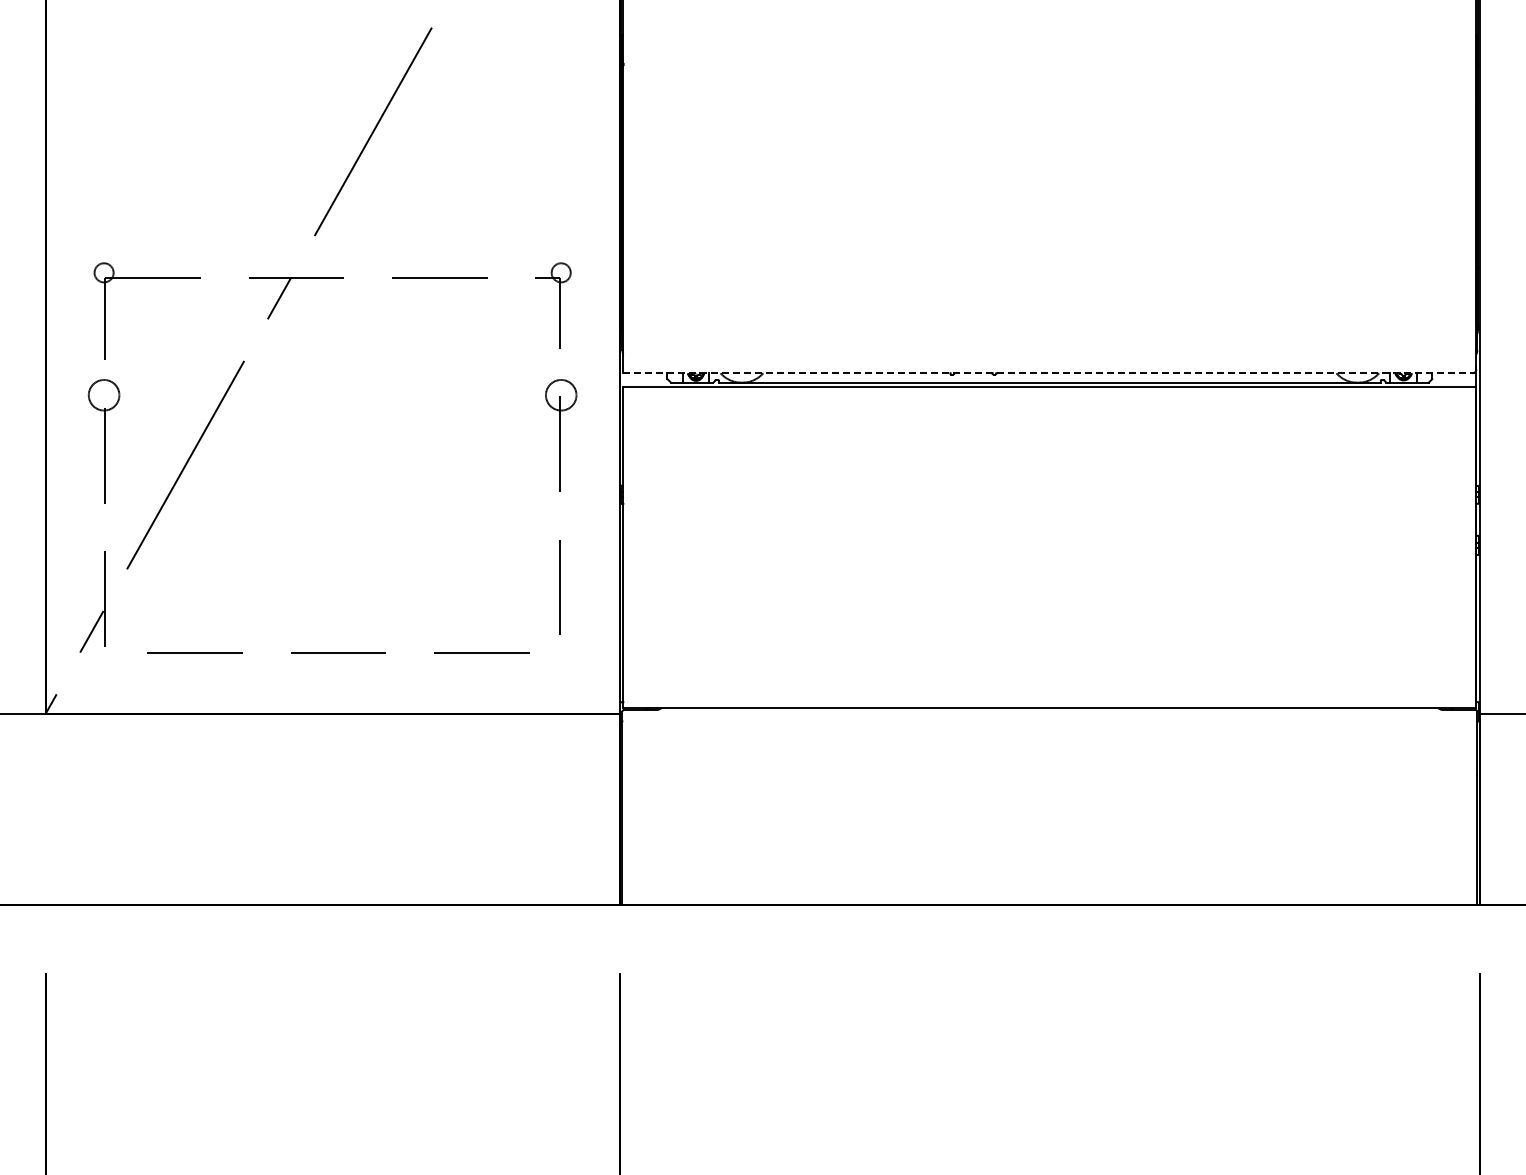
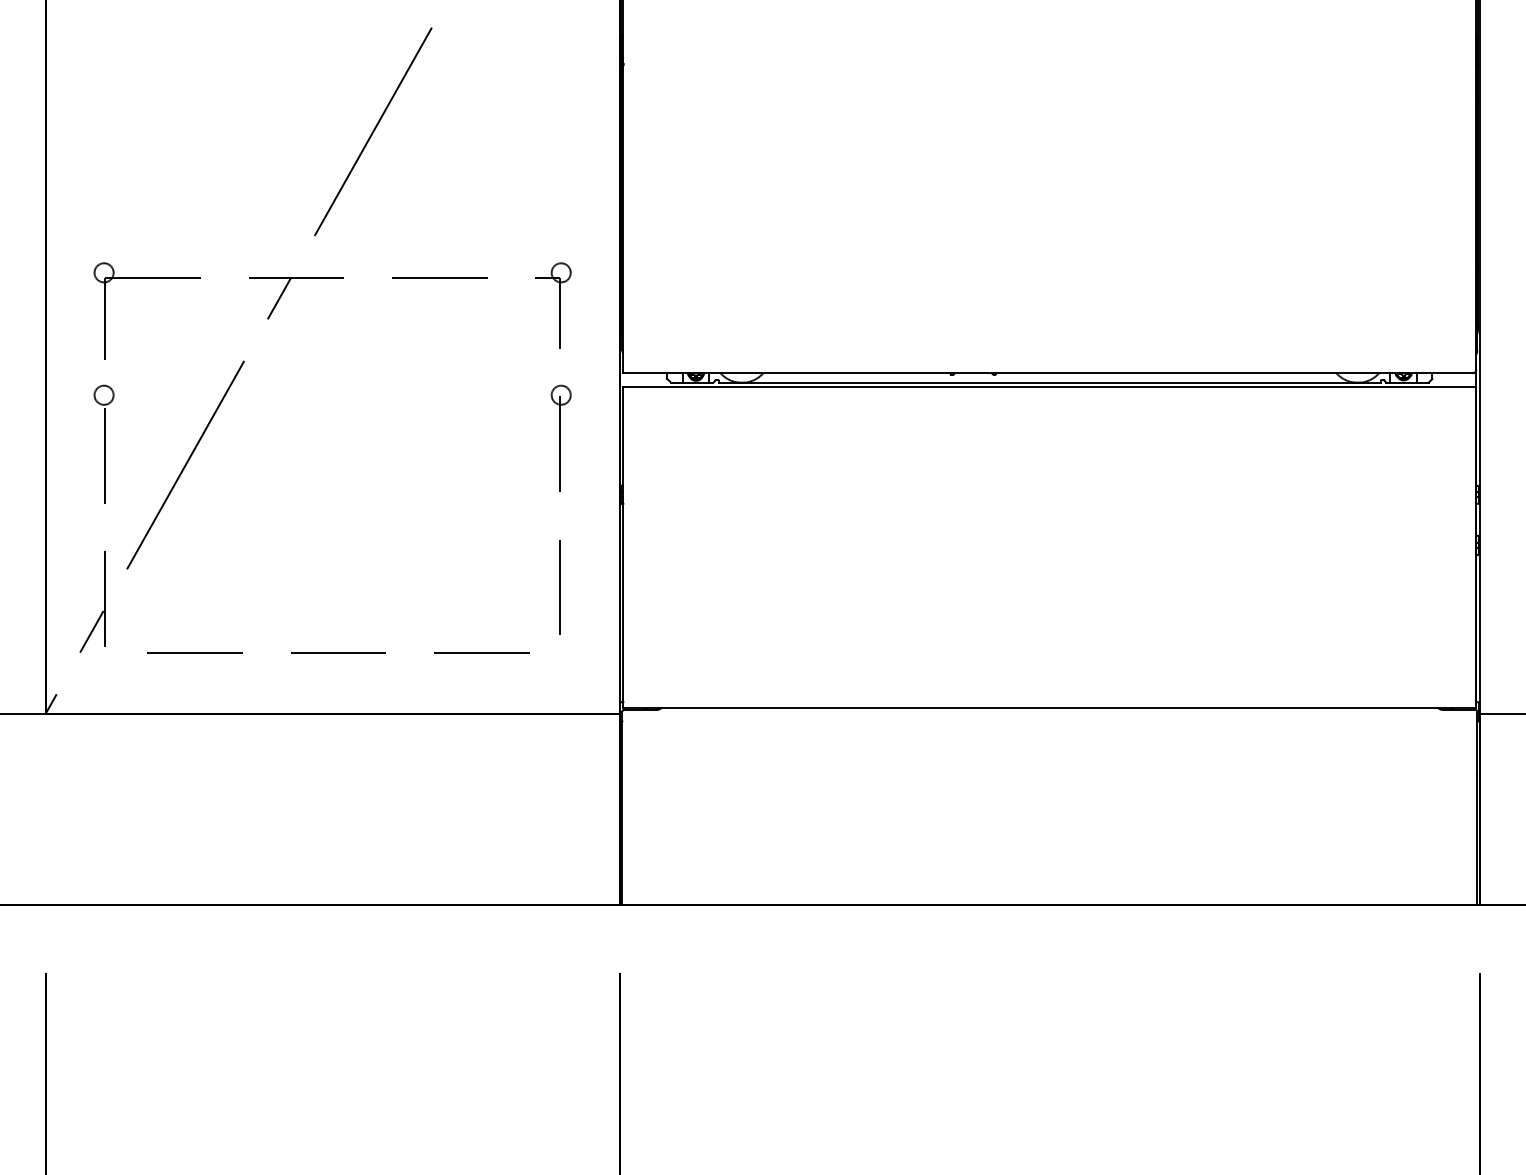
line at (1049, 373): dashed -> solid
circle at (103, 394) diameter: 31 px -> 19 px
circle at (560, 394) diameter: 31 px -> 19 px
